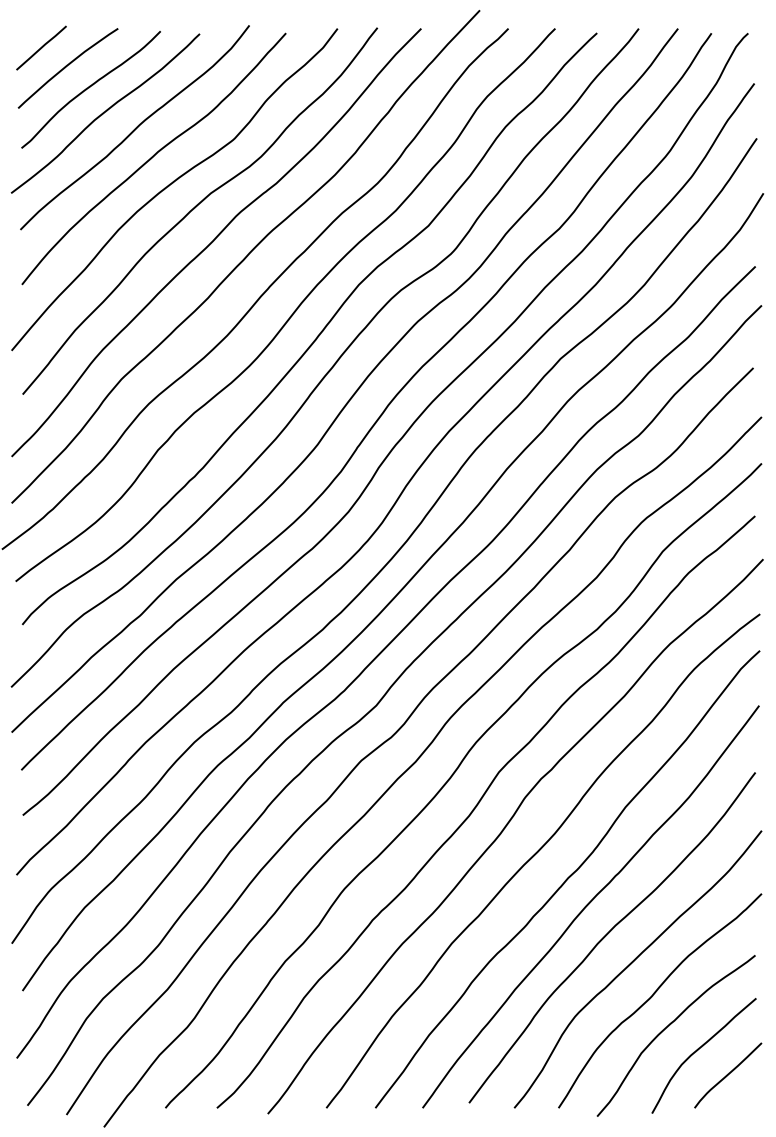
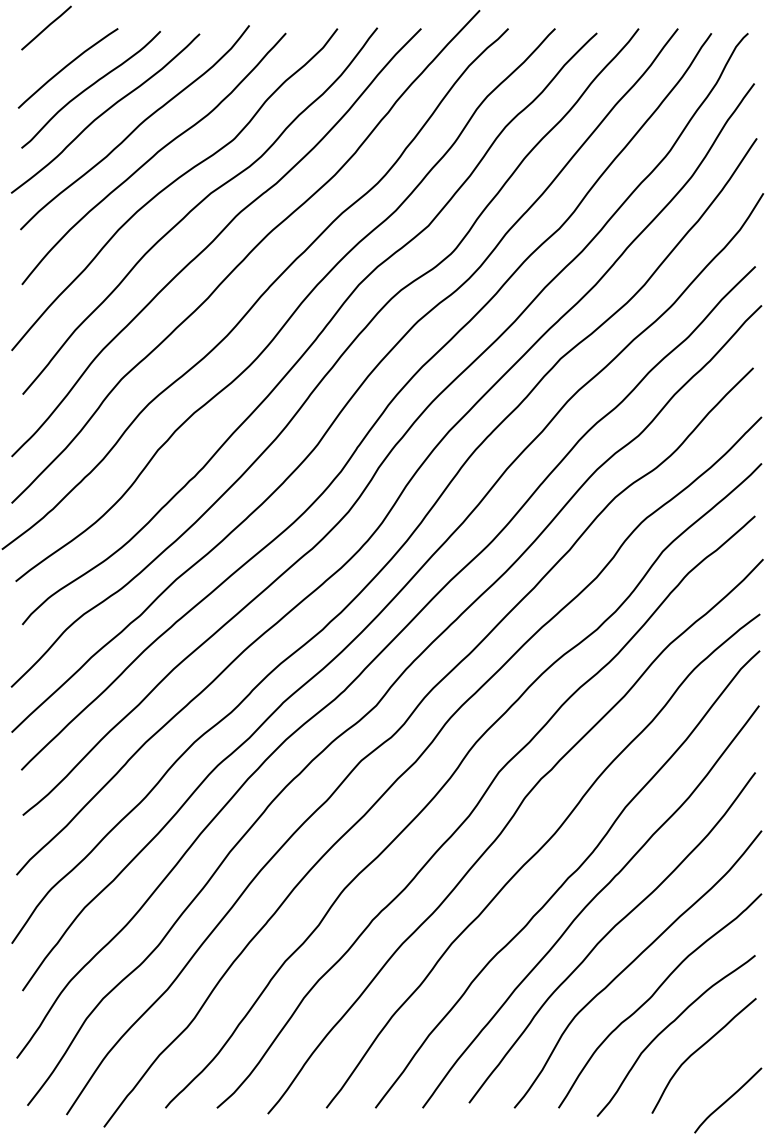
line at (41, 47) position: (41, 47) -> (46, 27)
curve at (728, 1075) position: (728, 1075) -> (728, 1100)
